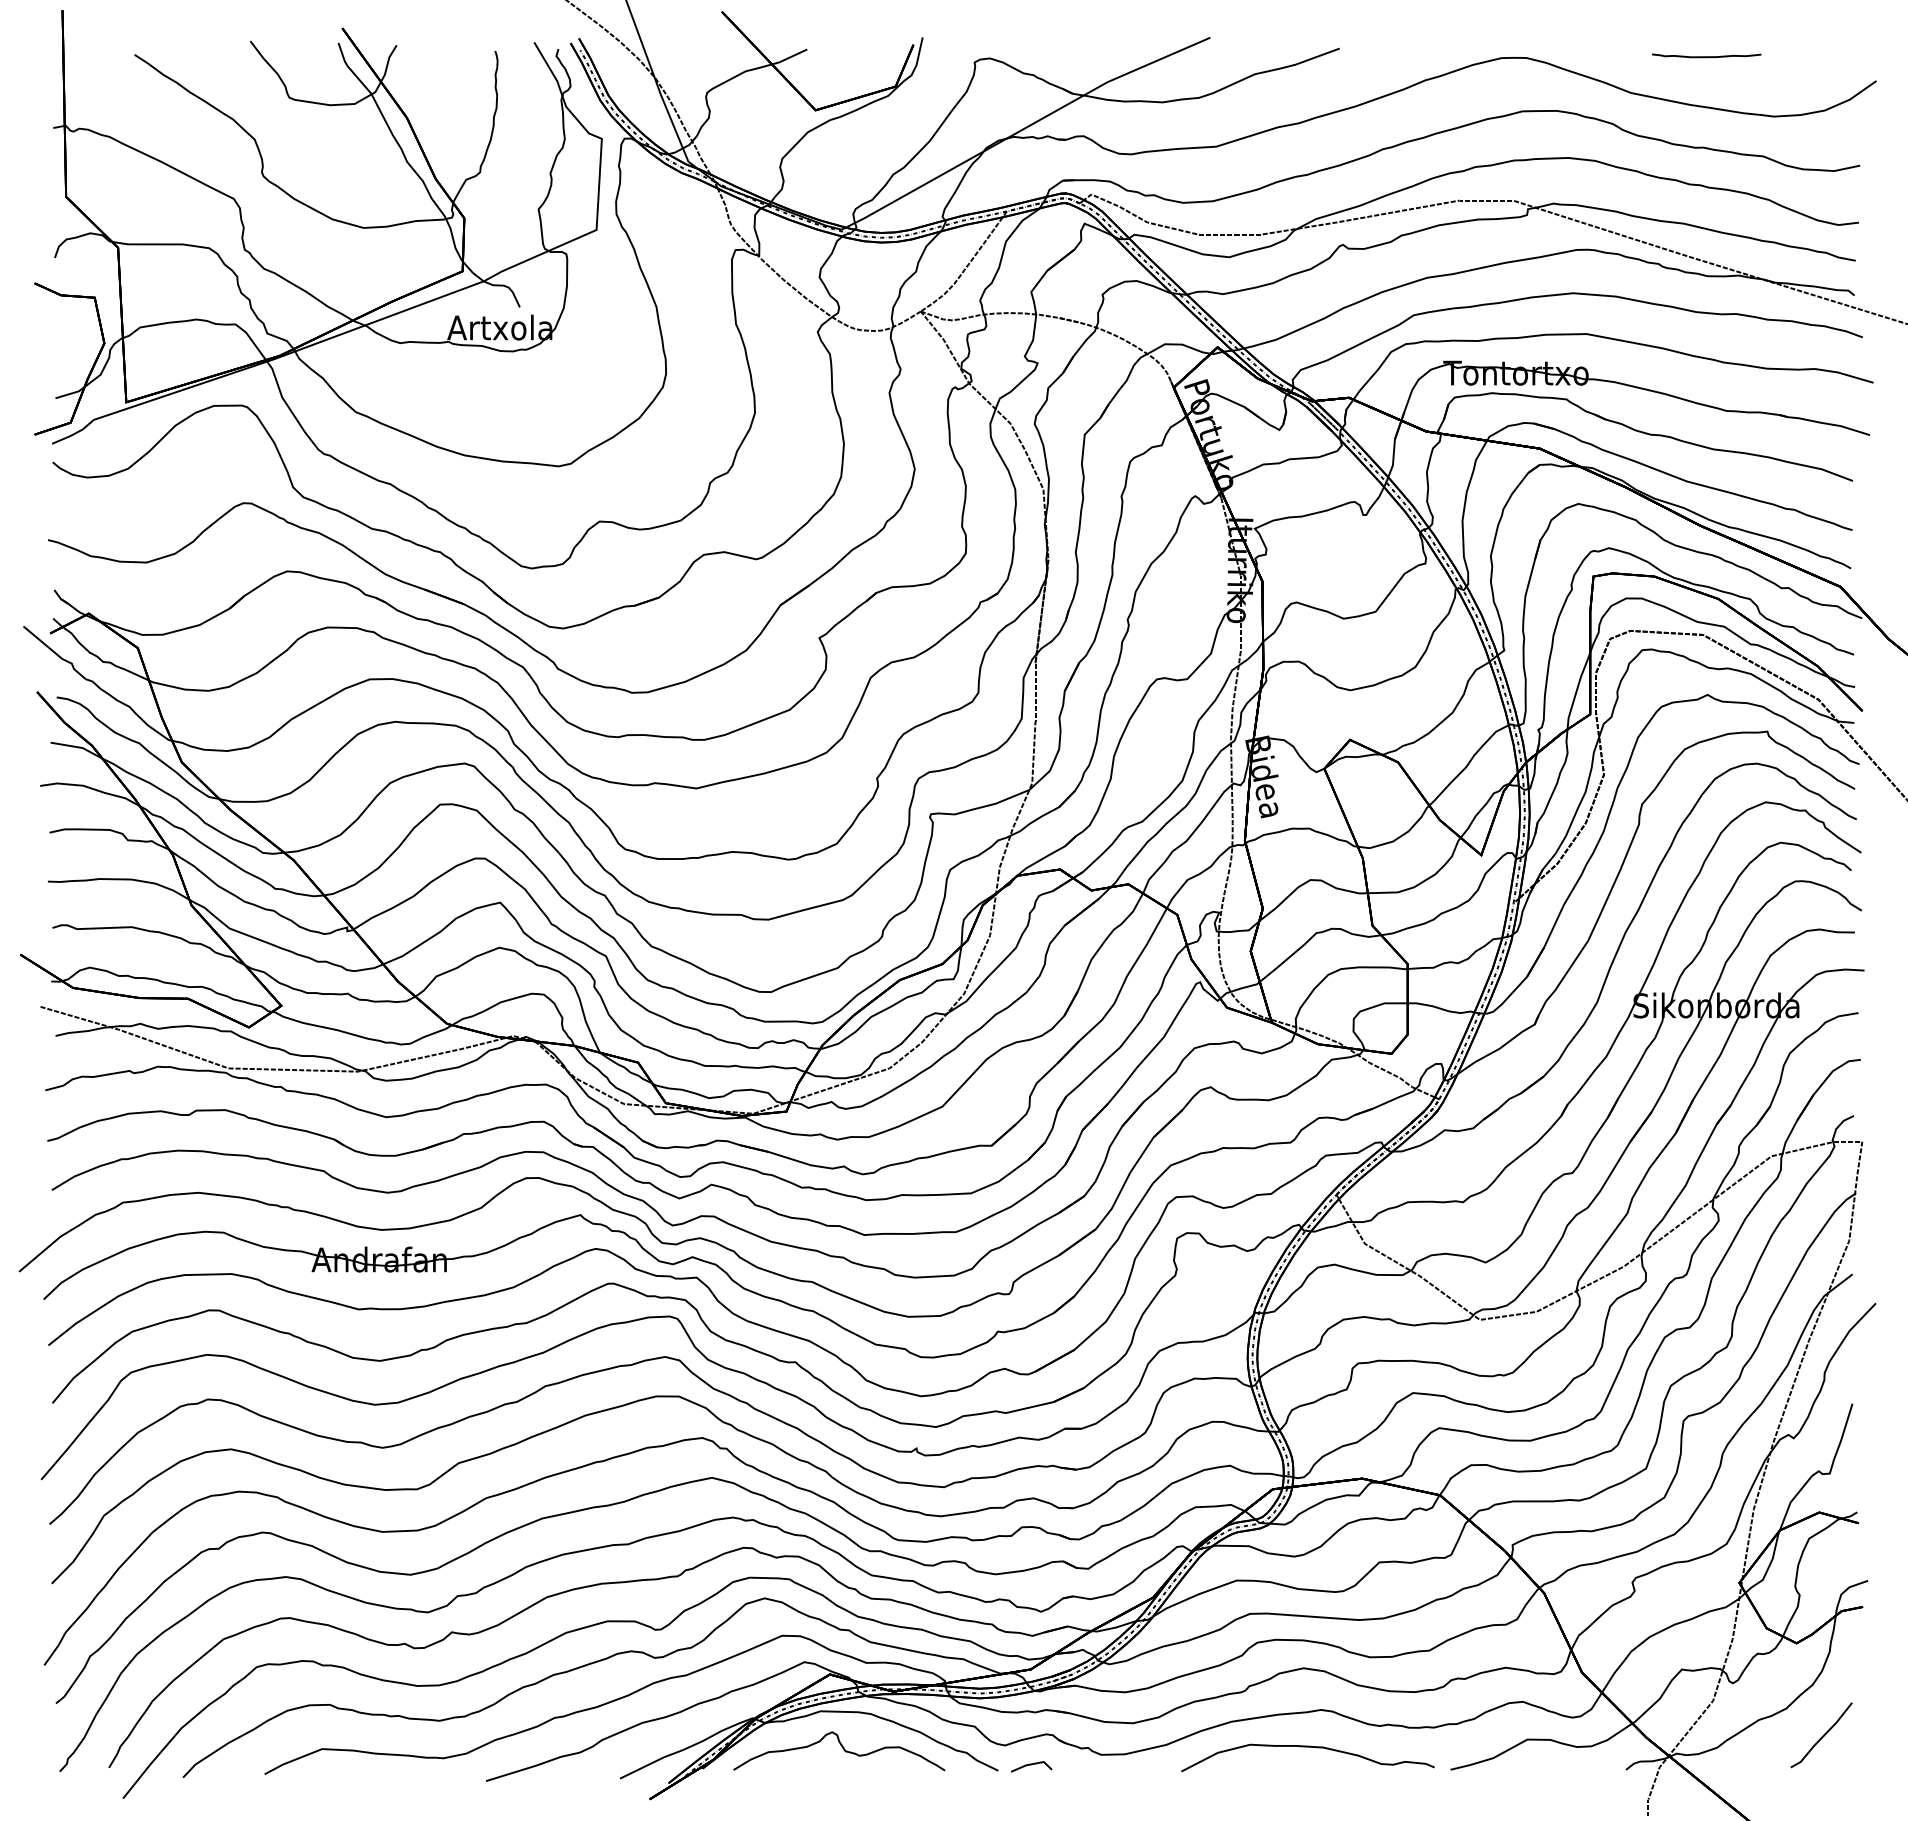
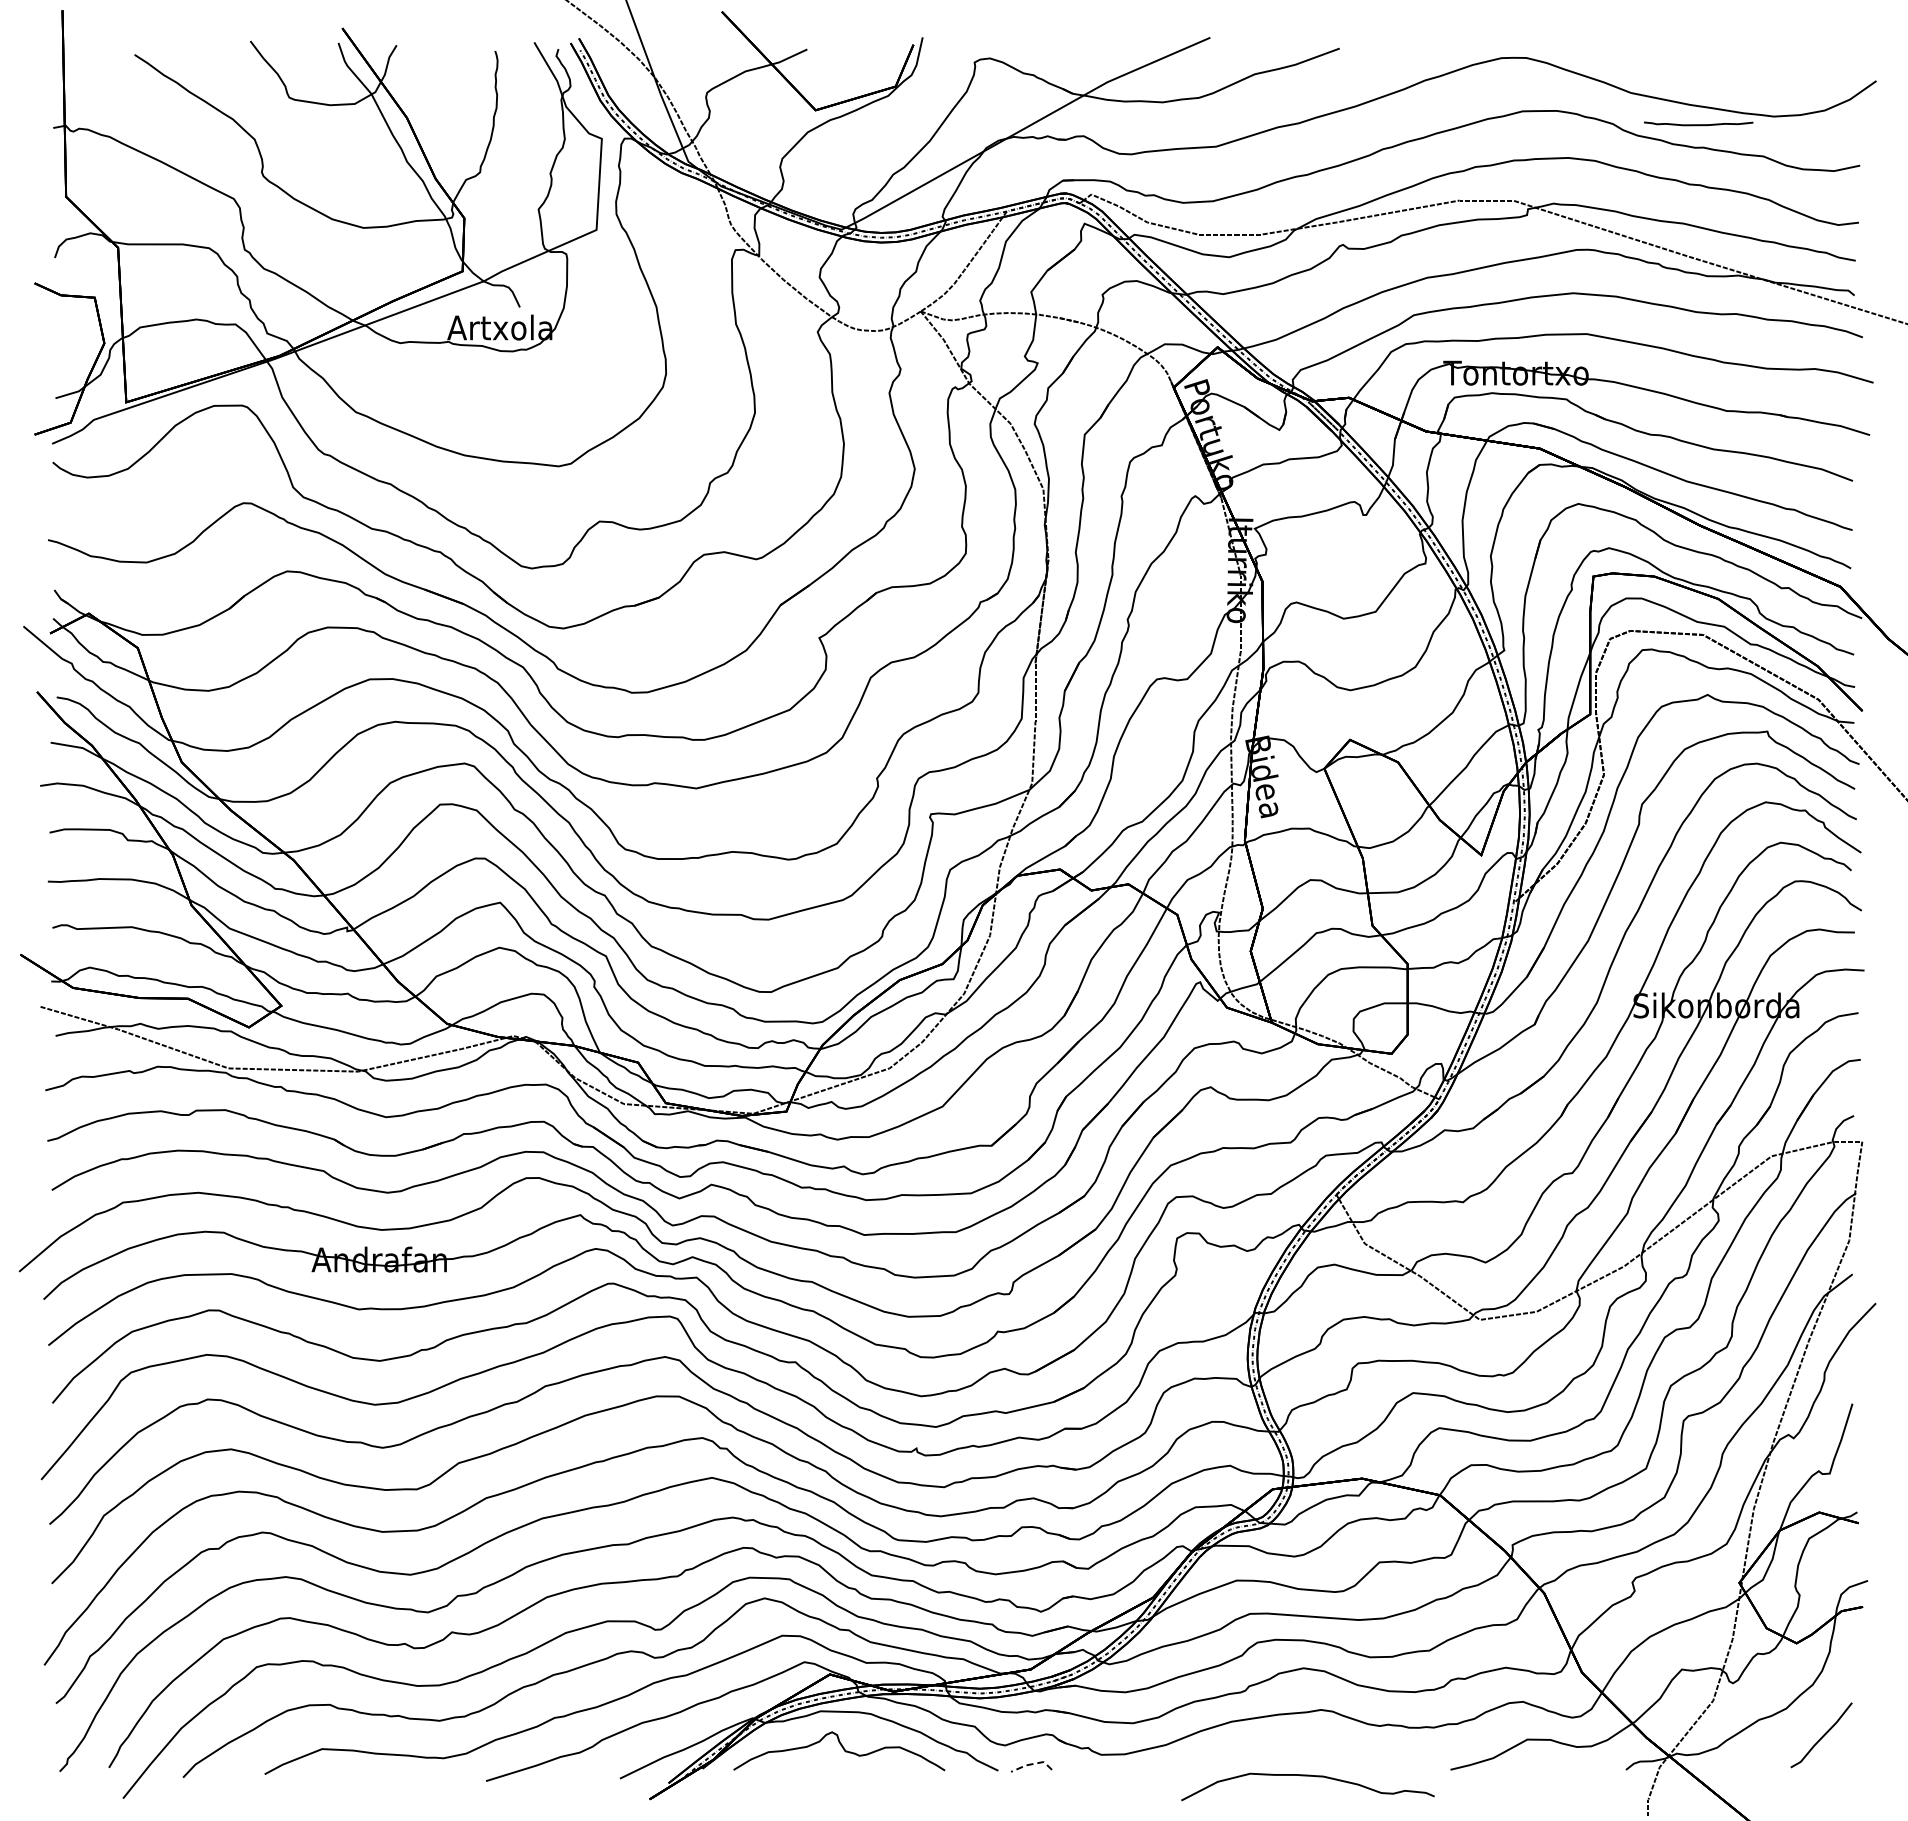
curve at (1706, 56) position: (1706, 56) -> (1698, 124)
curve at (1307, 1747) position: (1307, 1747) -> (1307, 1776)
line at (1032, 1764): solid -> dashed
